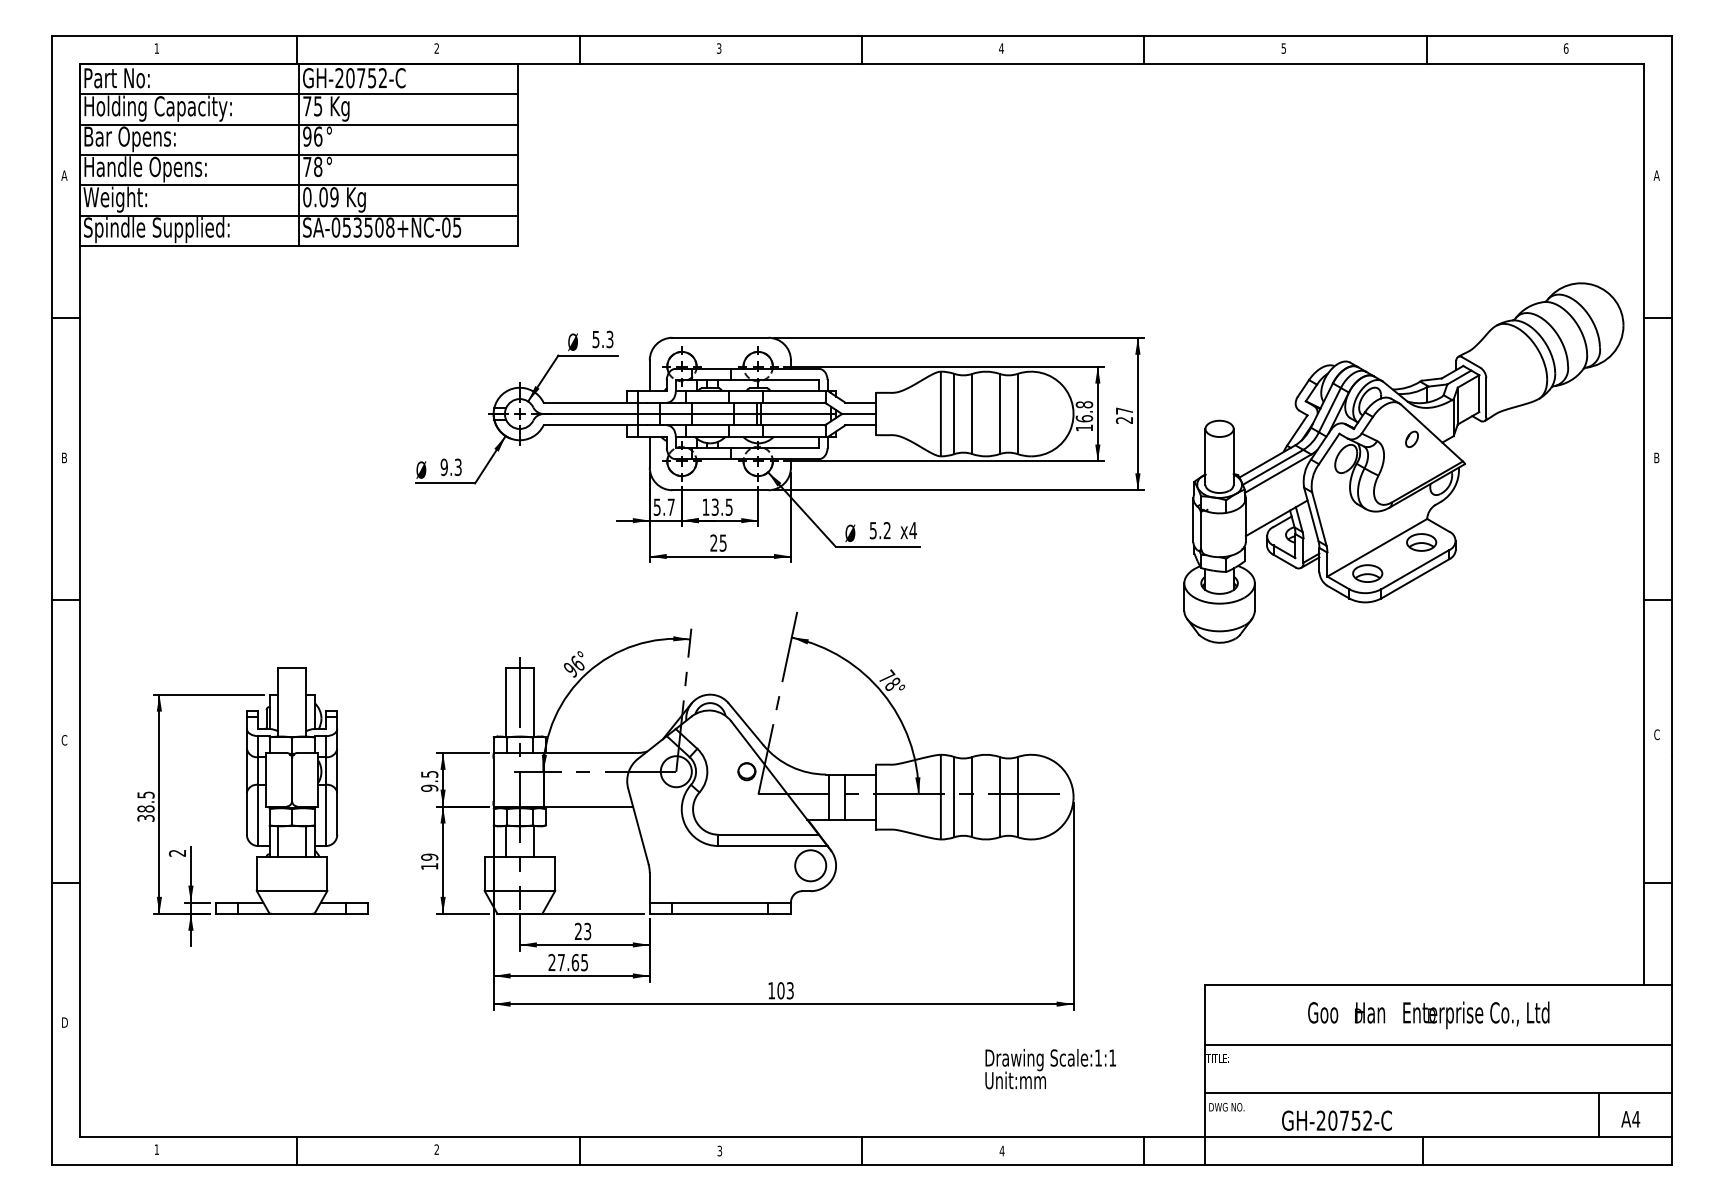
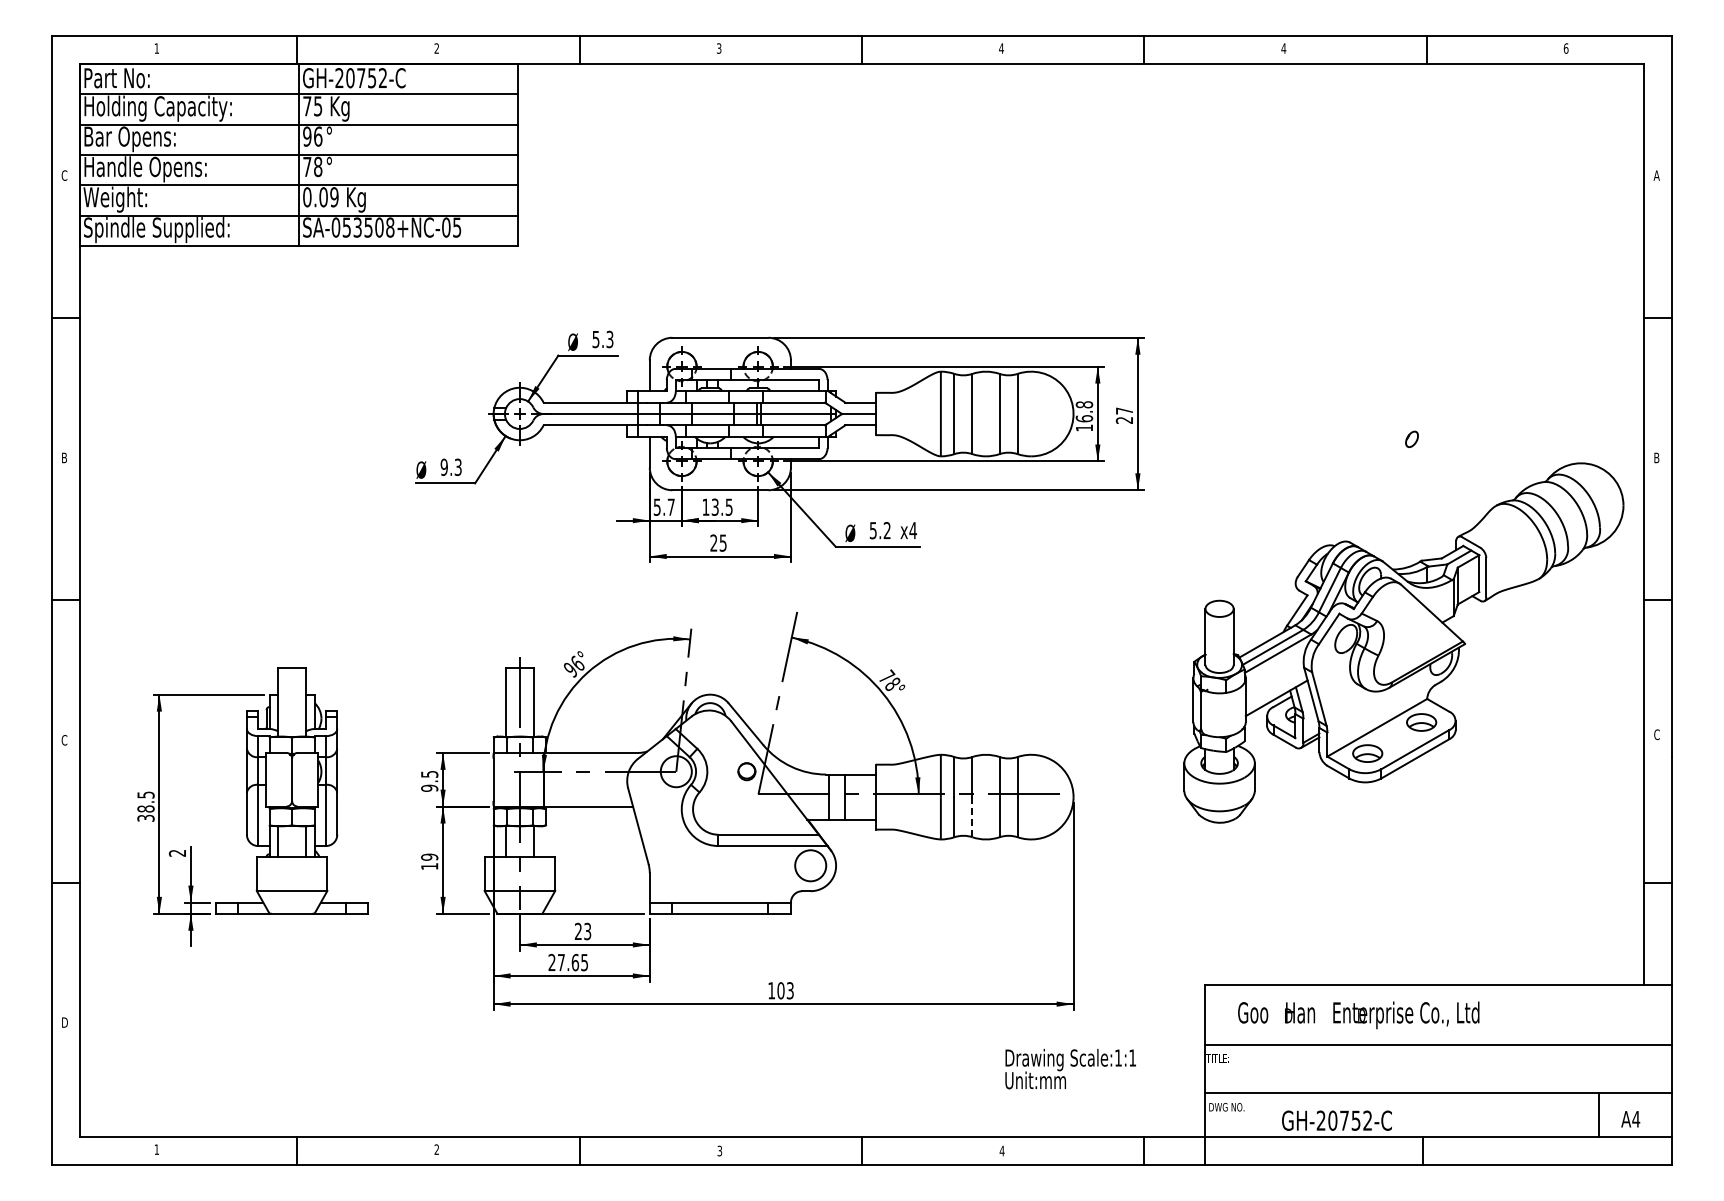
text at (1283, 48): 5 -> 4
text at (64, 175): A -> C
part at (1403, 462) position: (1403, 462) -> (1403, 642)
line at (972, 816): solid -> dashed
text at (1428, 1015) position: (1428, 1015) -> (1358, 1015)
text at (1050, 1068) position: (1050, 1068) -> (1070, 1068)
